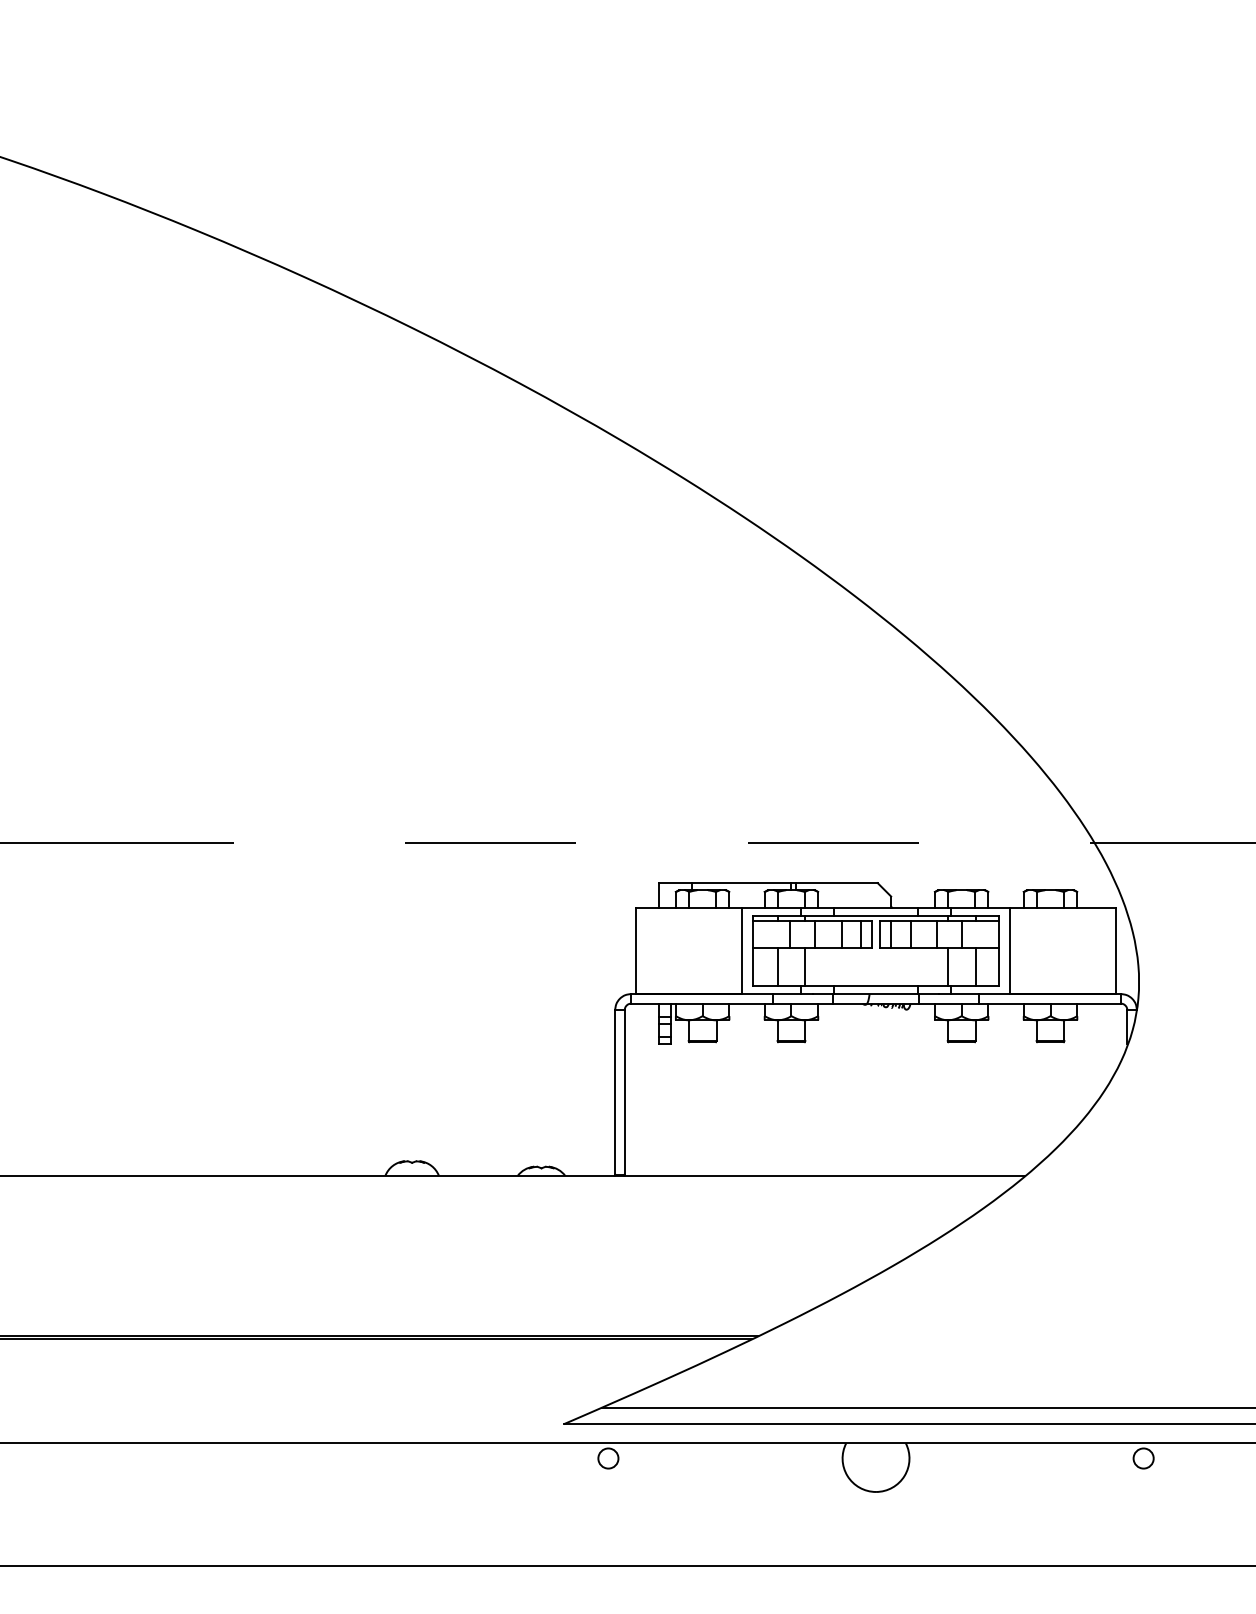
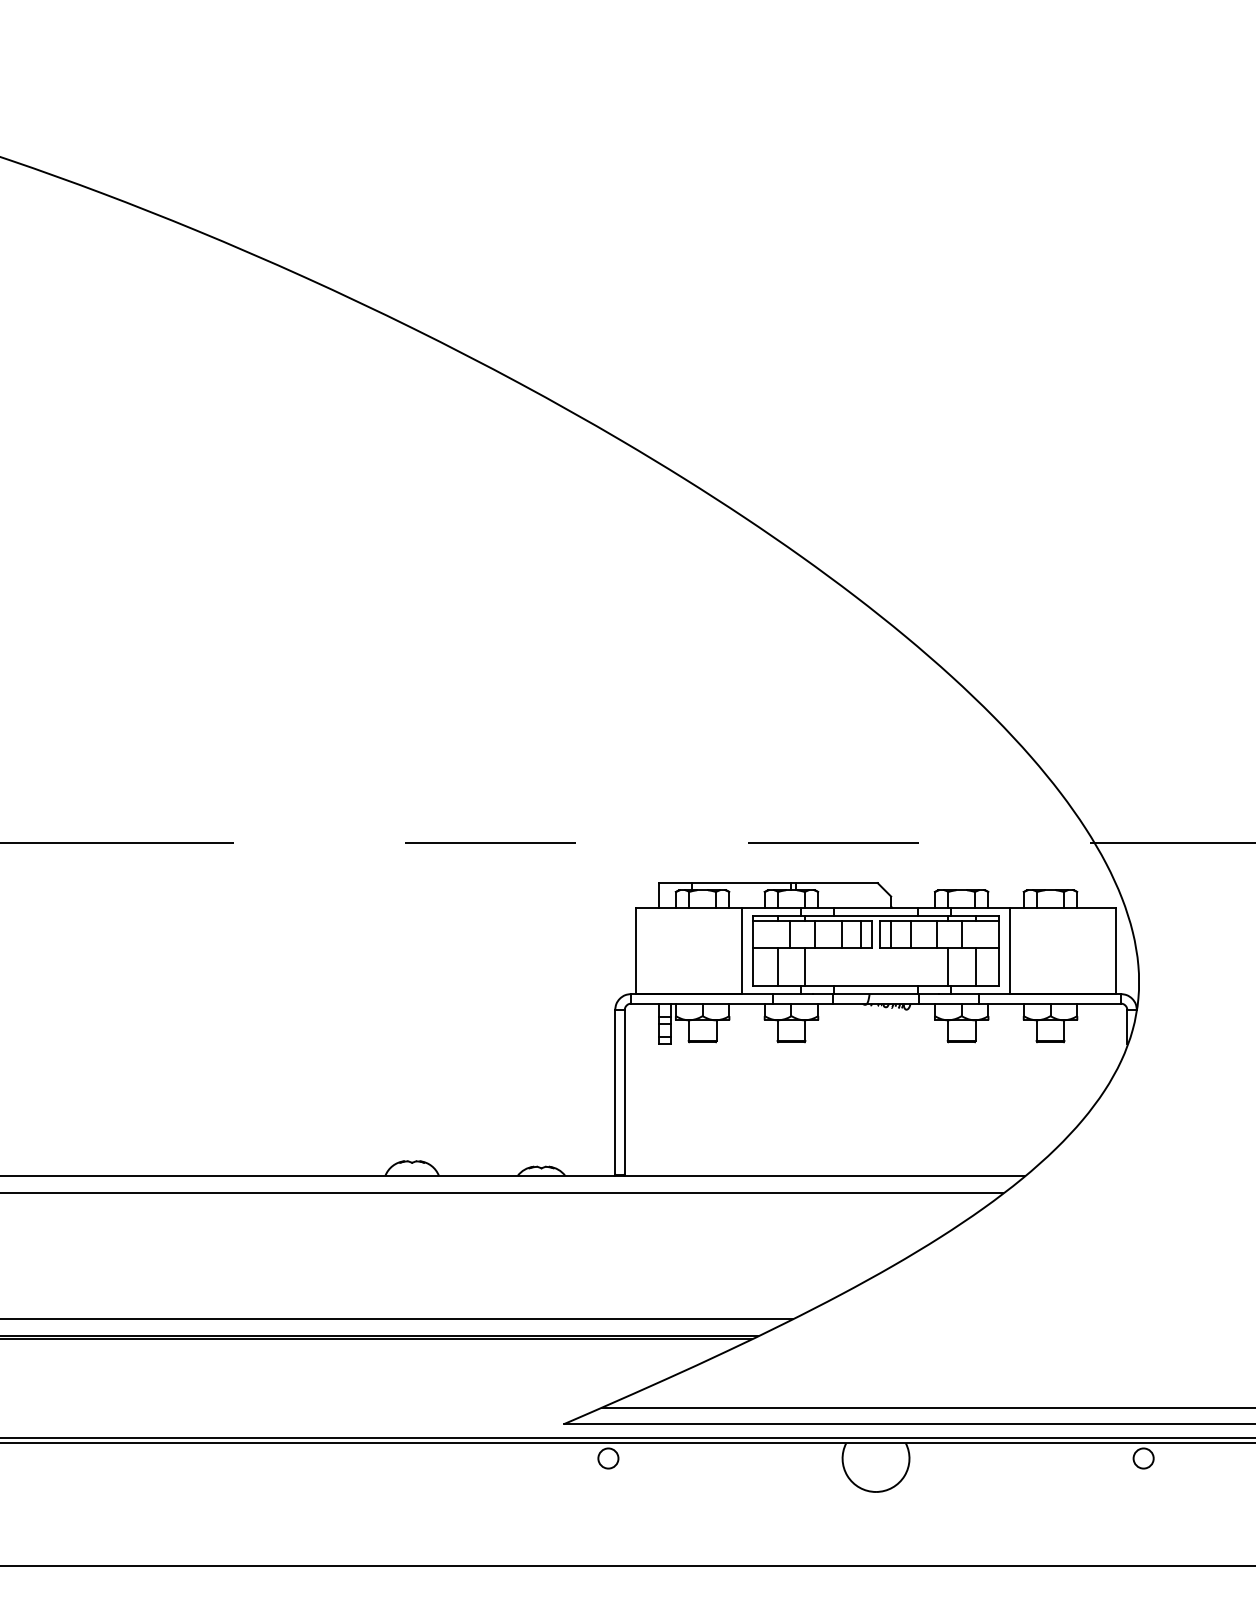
line at (502, 1193): none -> present
line at (397, 1318): none -> present
line at (627, 1438): none -> present
